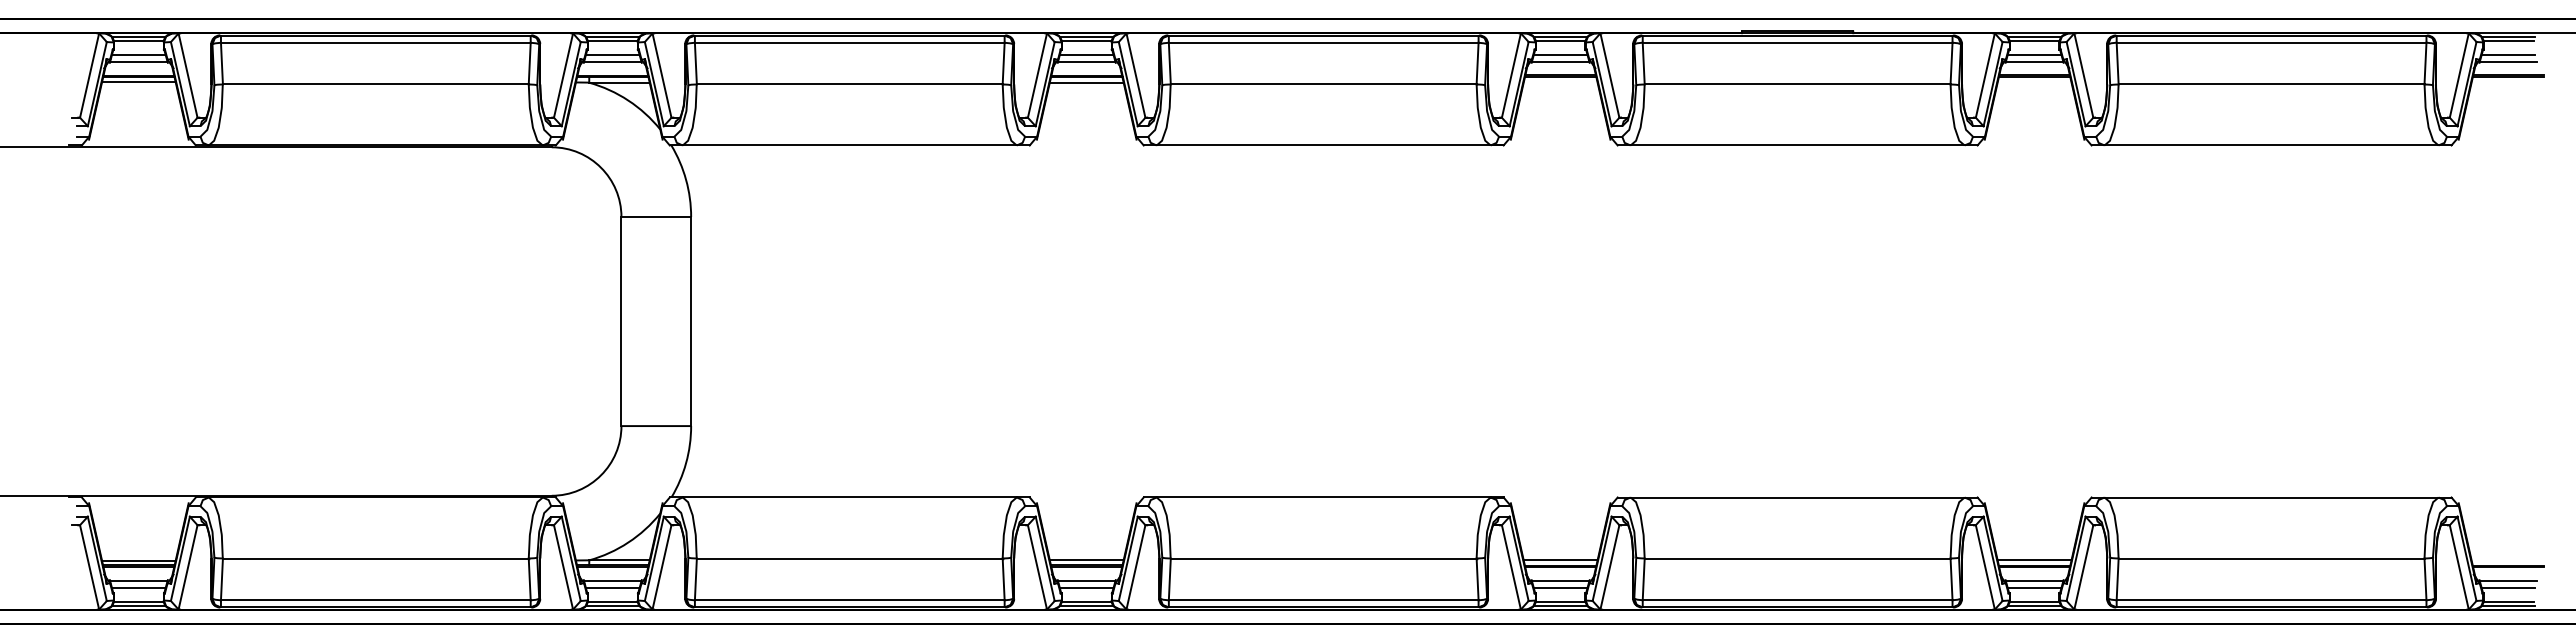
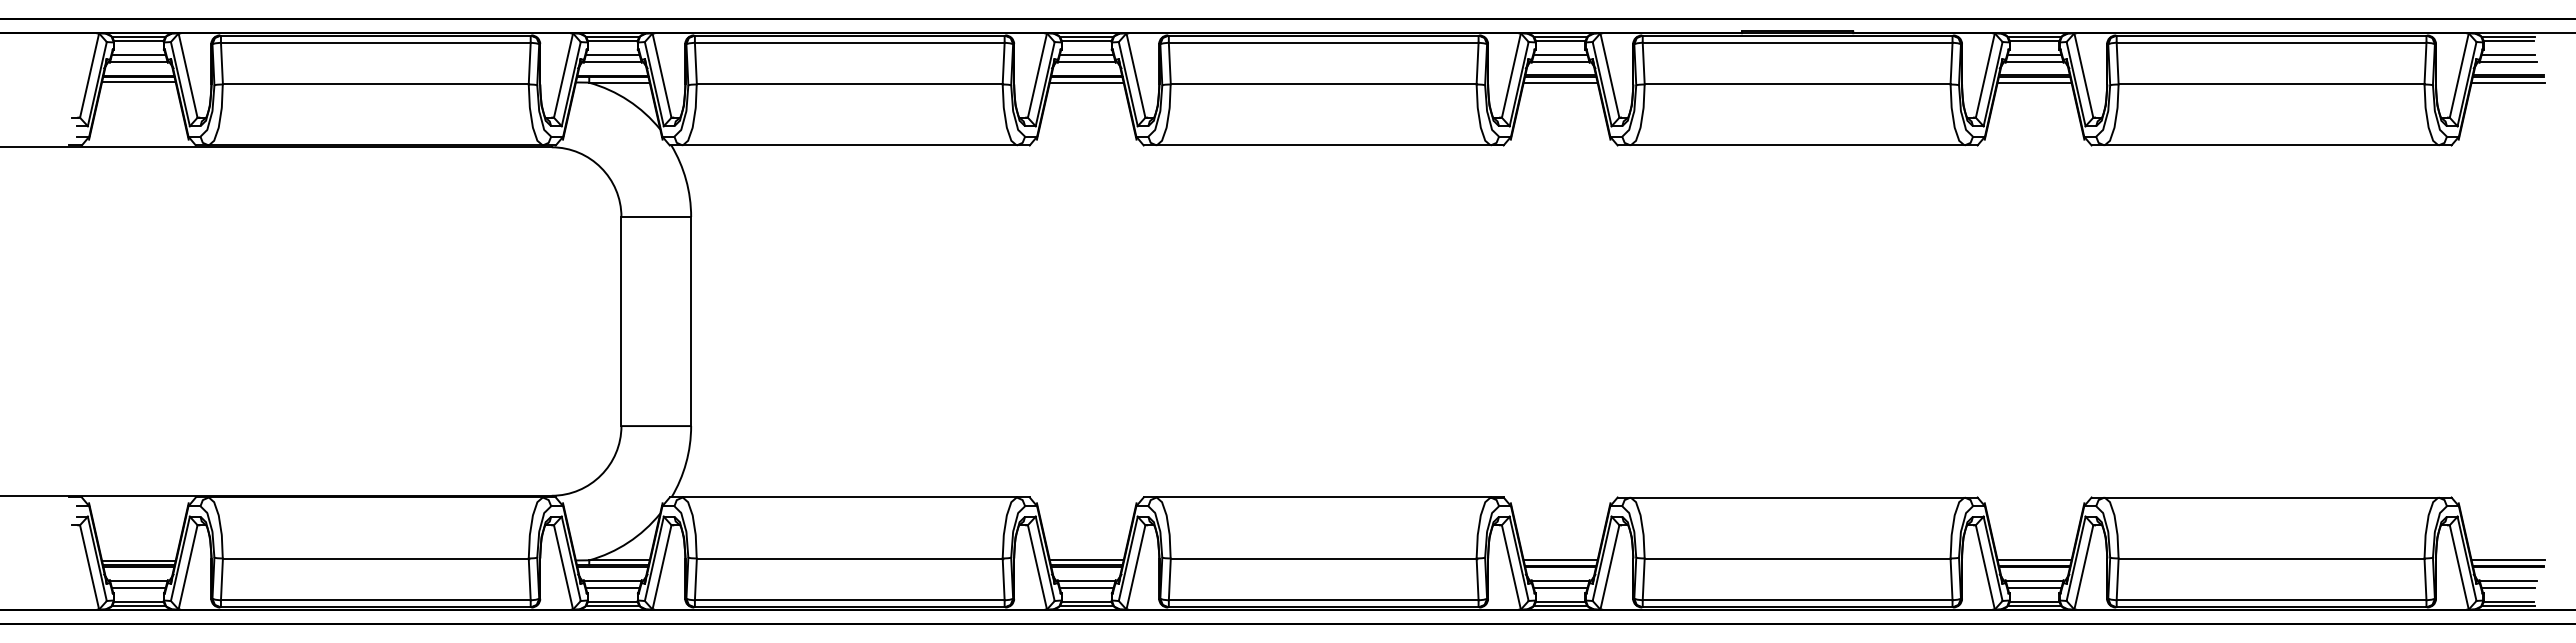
line at (1560, 82): none -> present
line at (2034, 82): none -> present
line at (2508, 82): none -> present
line at (2508, 560): none -> present
